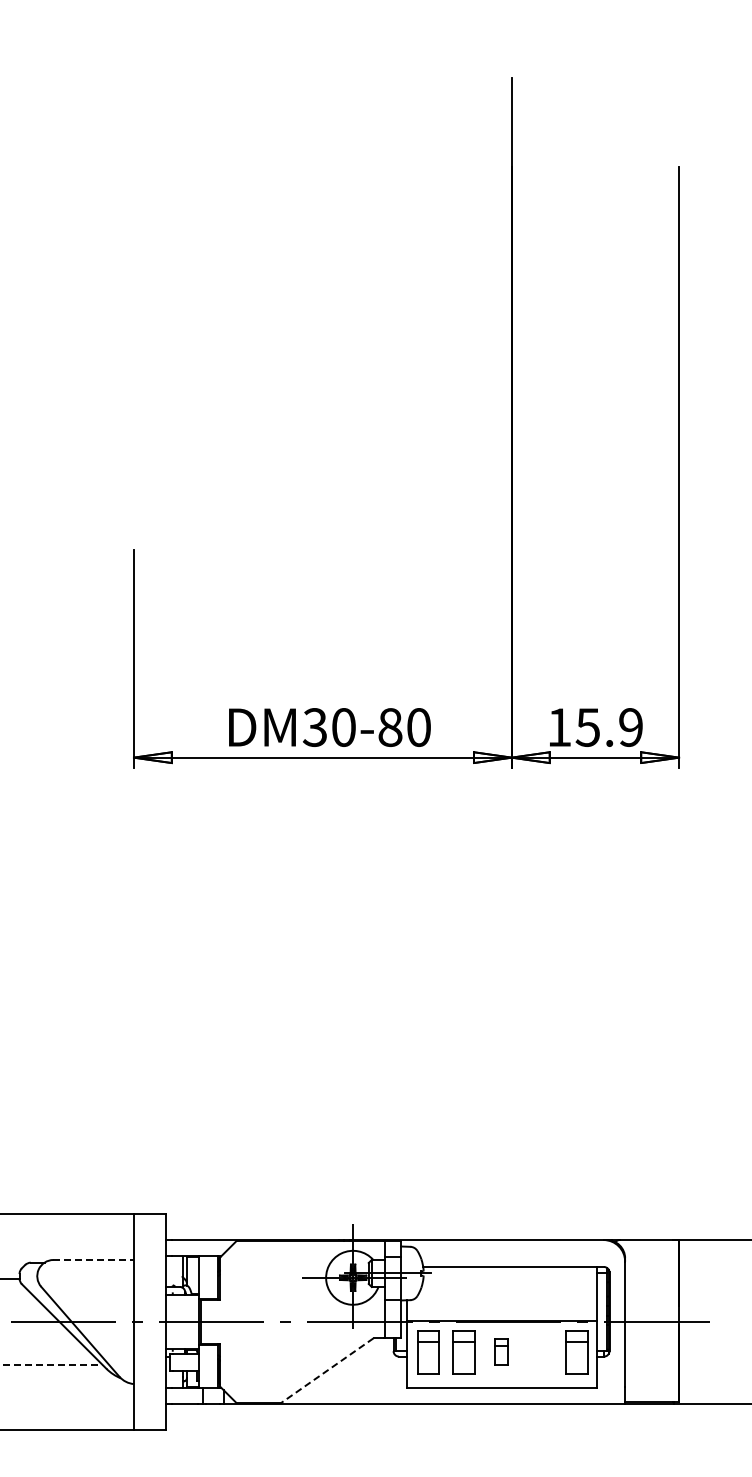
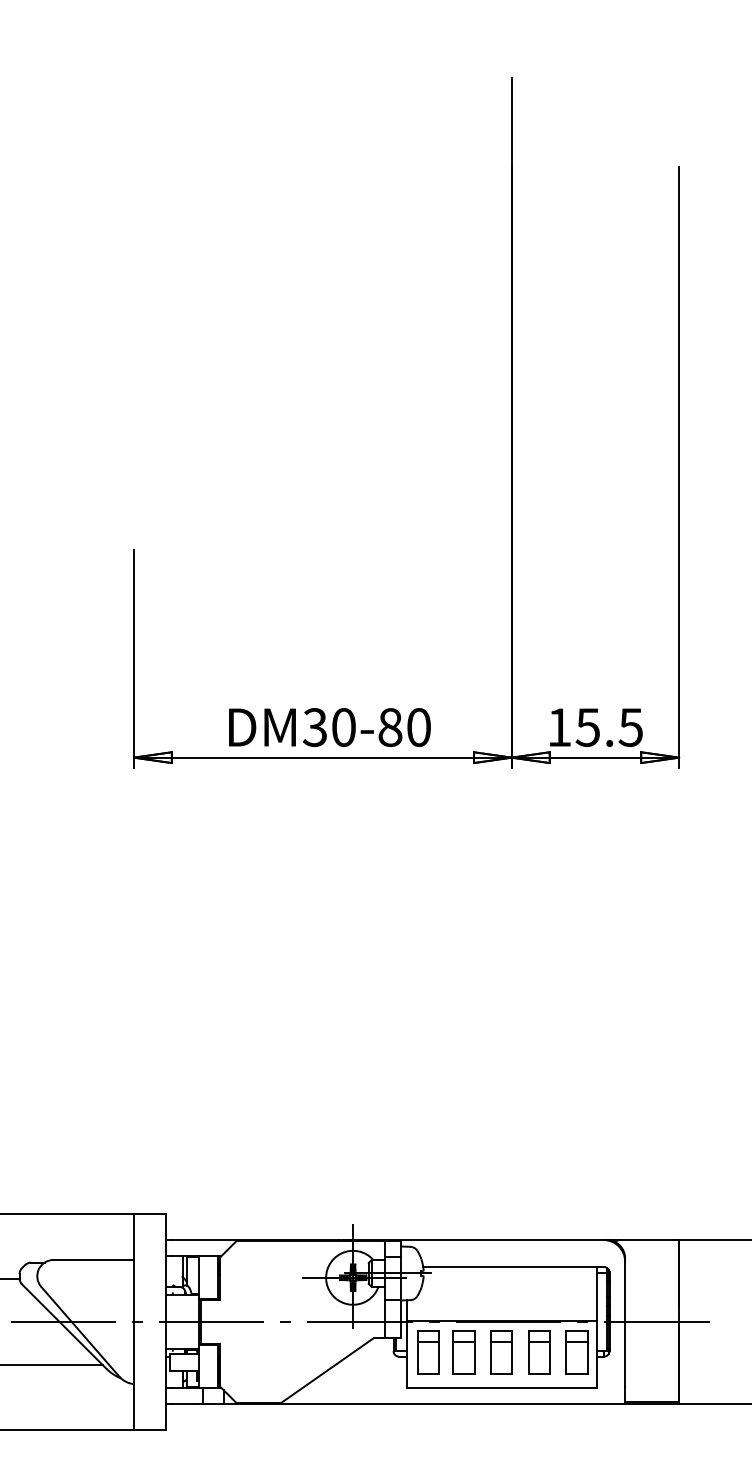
text at (630, 727): 15.9 -> 15.5
line at (94, 1259): dashed -> solid
part at (501, 1351) size: 15x28 px -> 23x45 px
part at (539, 1352): none -> present
line at (51, 1365): dashed -> solid
line at (326, 1370): dashed -> solid
